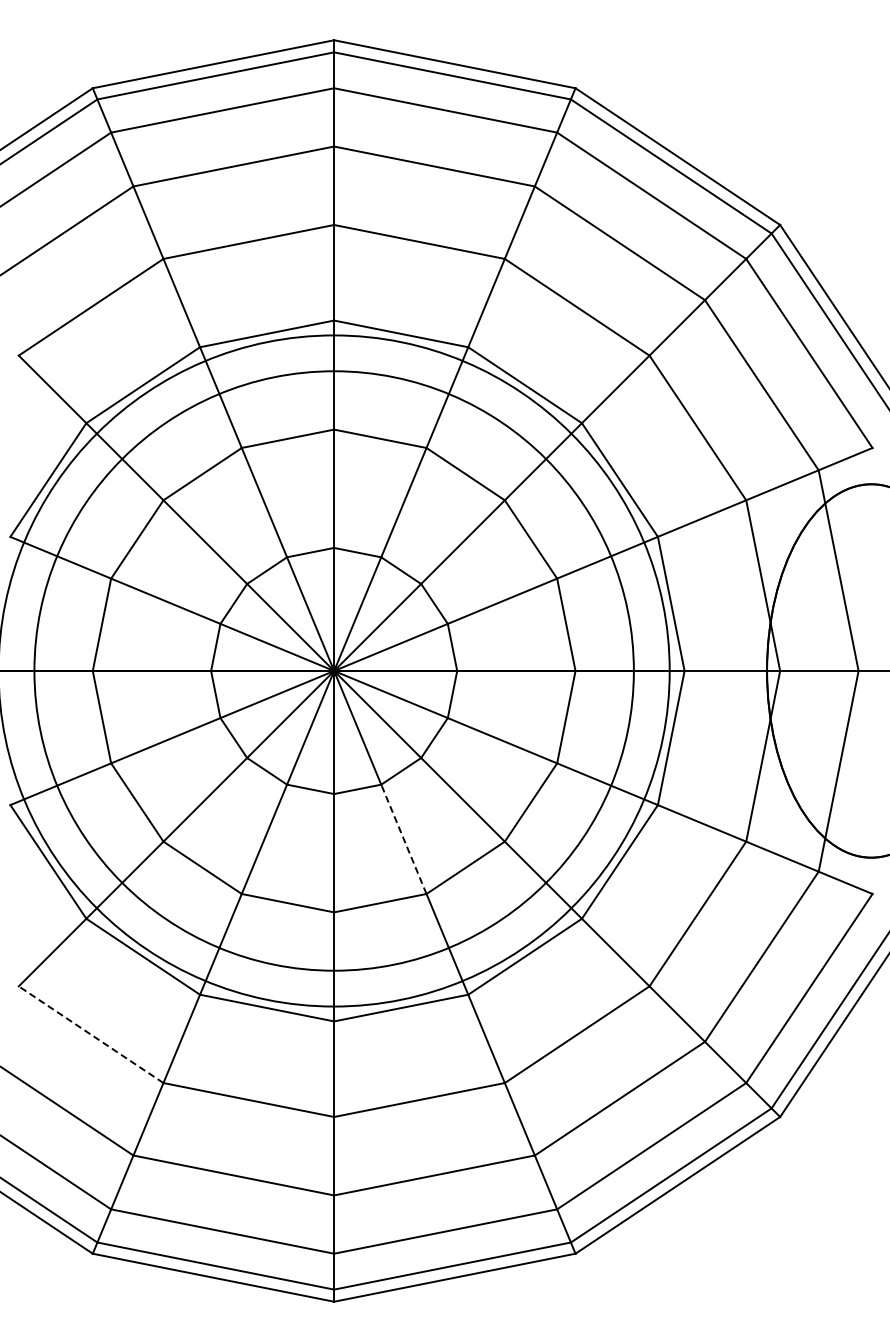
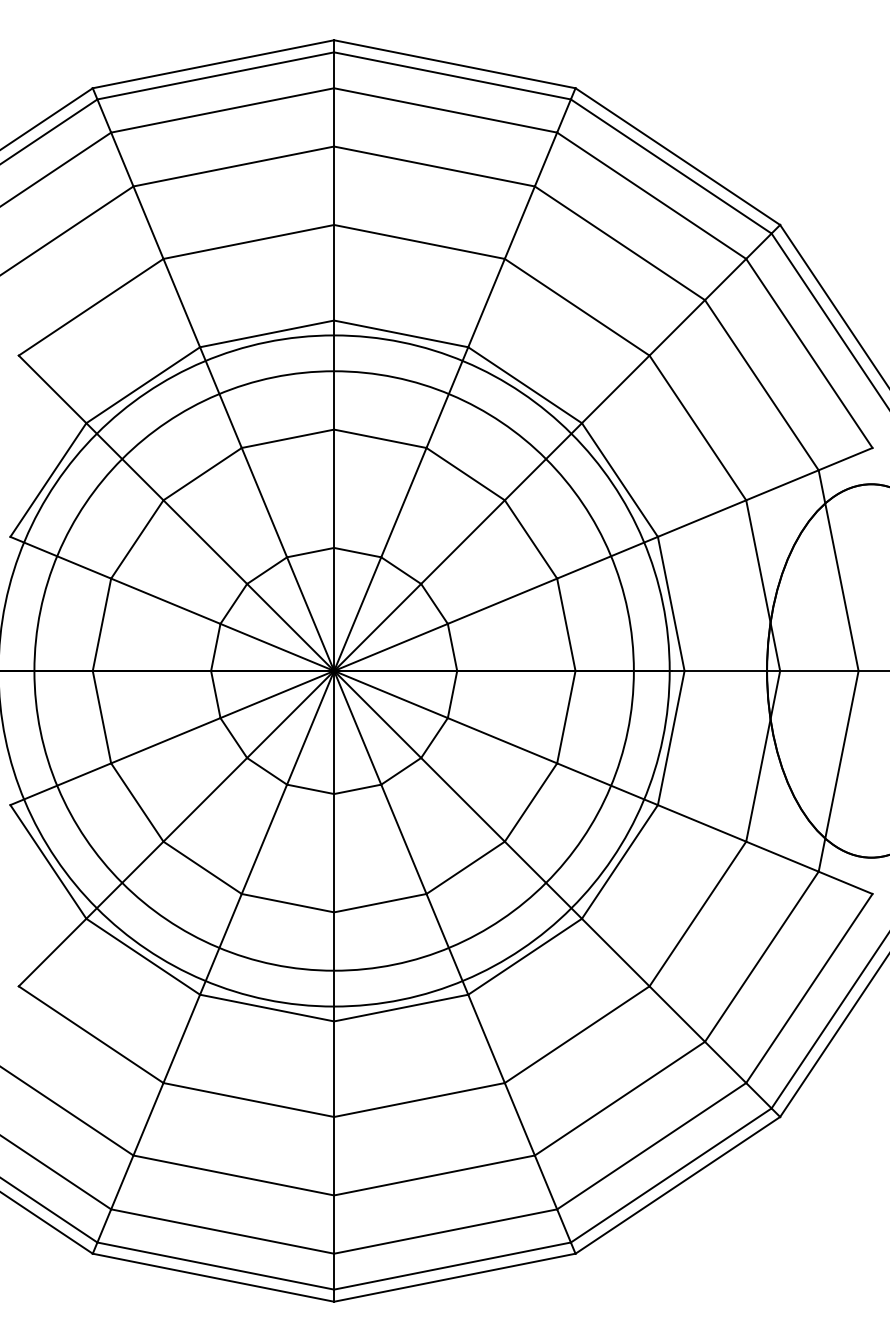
line at (403, 838): dashed -> solid
line at (90, 1034): dashed -> solid
